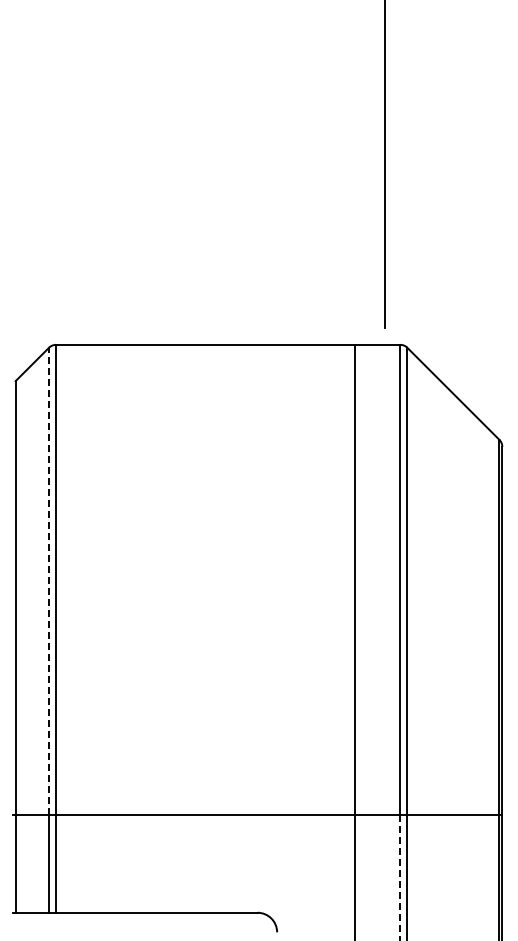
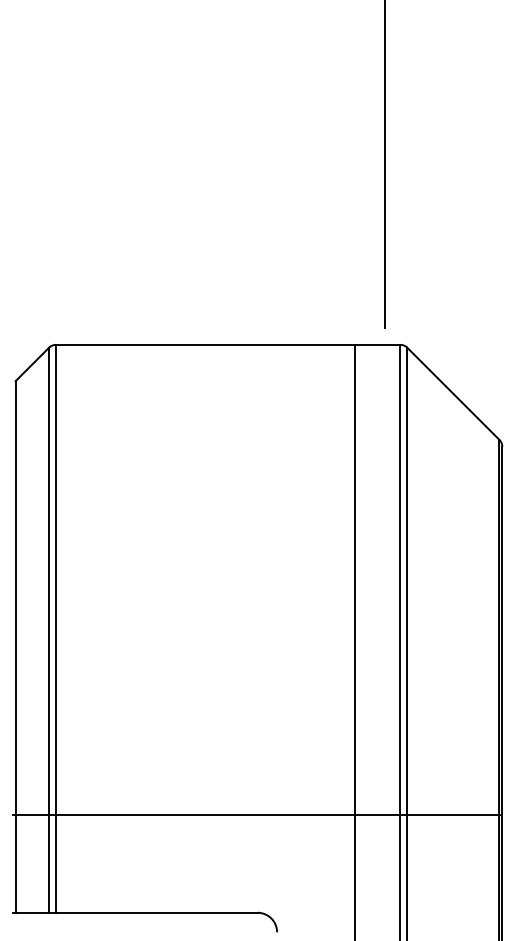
line at (49, 581): dashed -> solid
line at (400, 877): dashed -> solid
